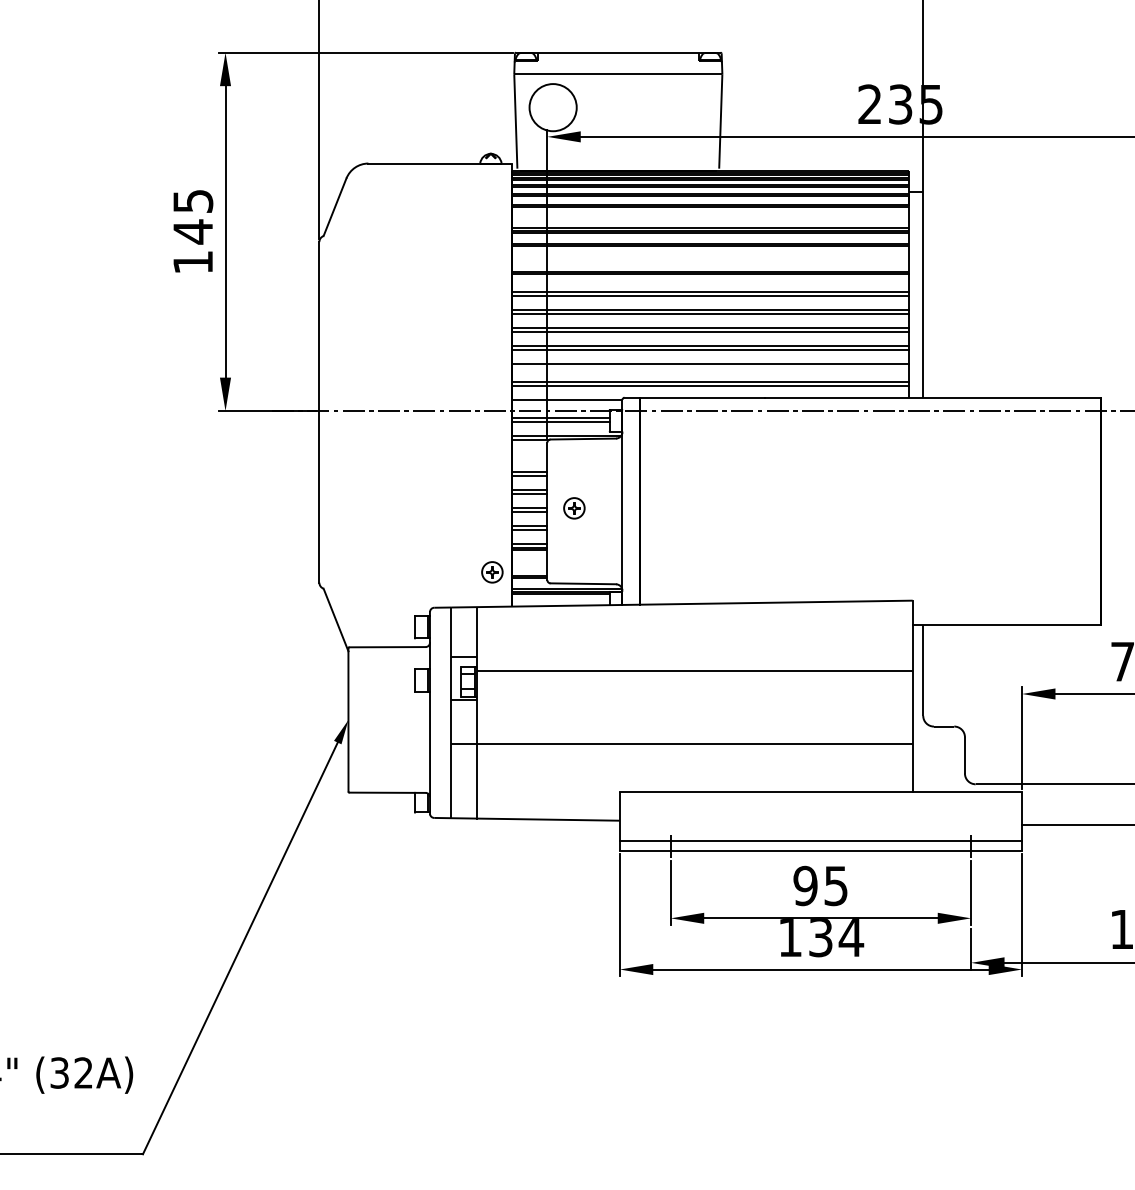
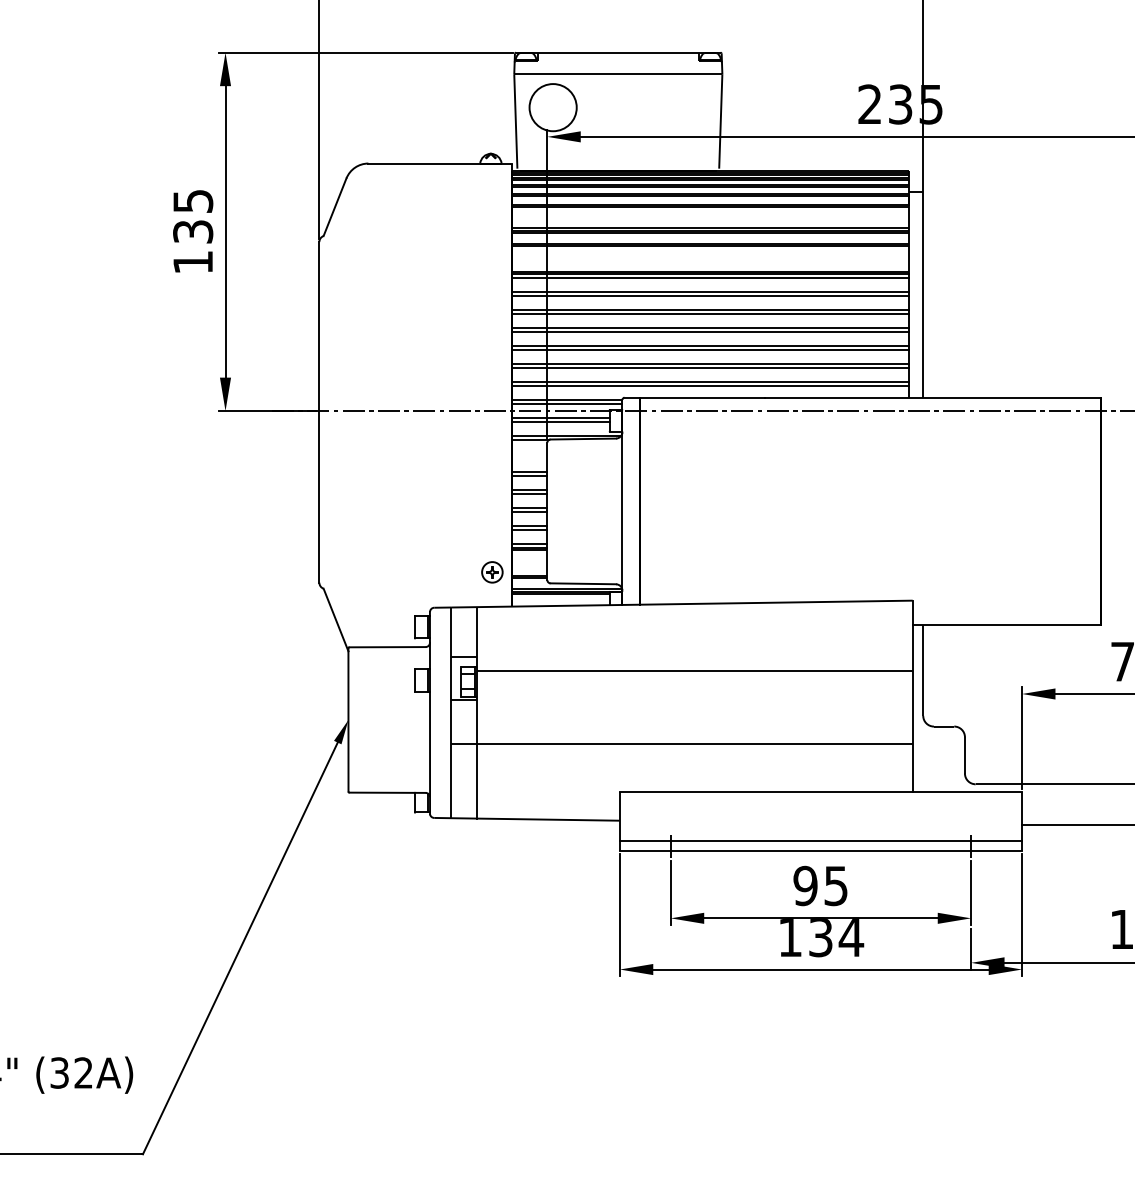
text at (193, 231): 145 -> 135
line at (710, 277): none -> present
line at (710, 367): none -> present
line at (567, 403): none -> present
part at (574, 508): present -> none
